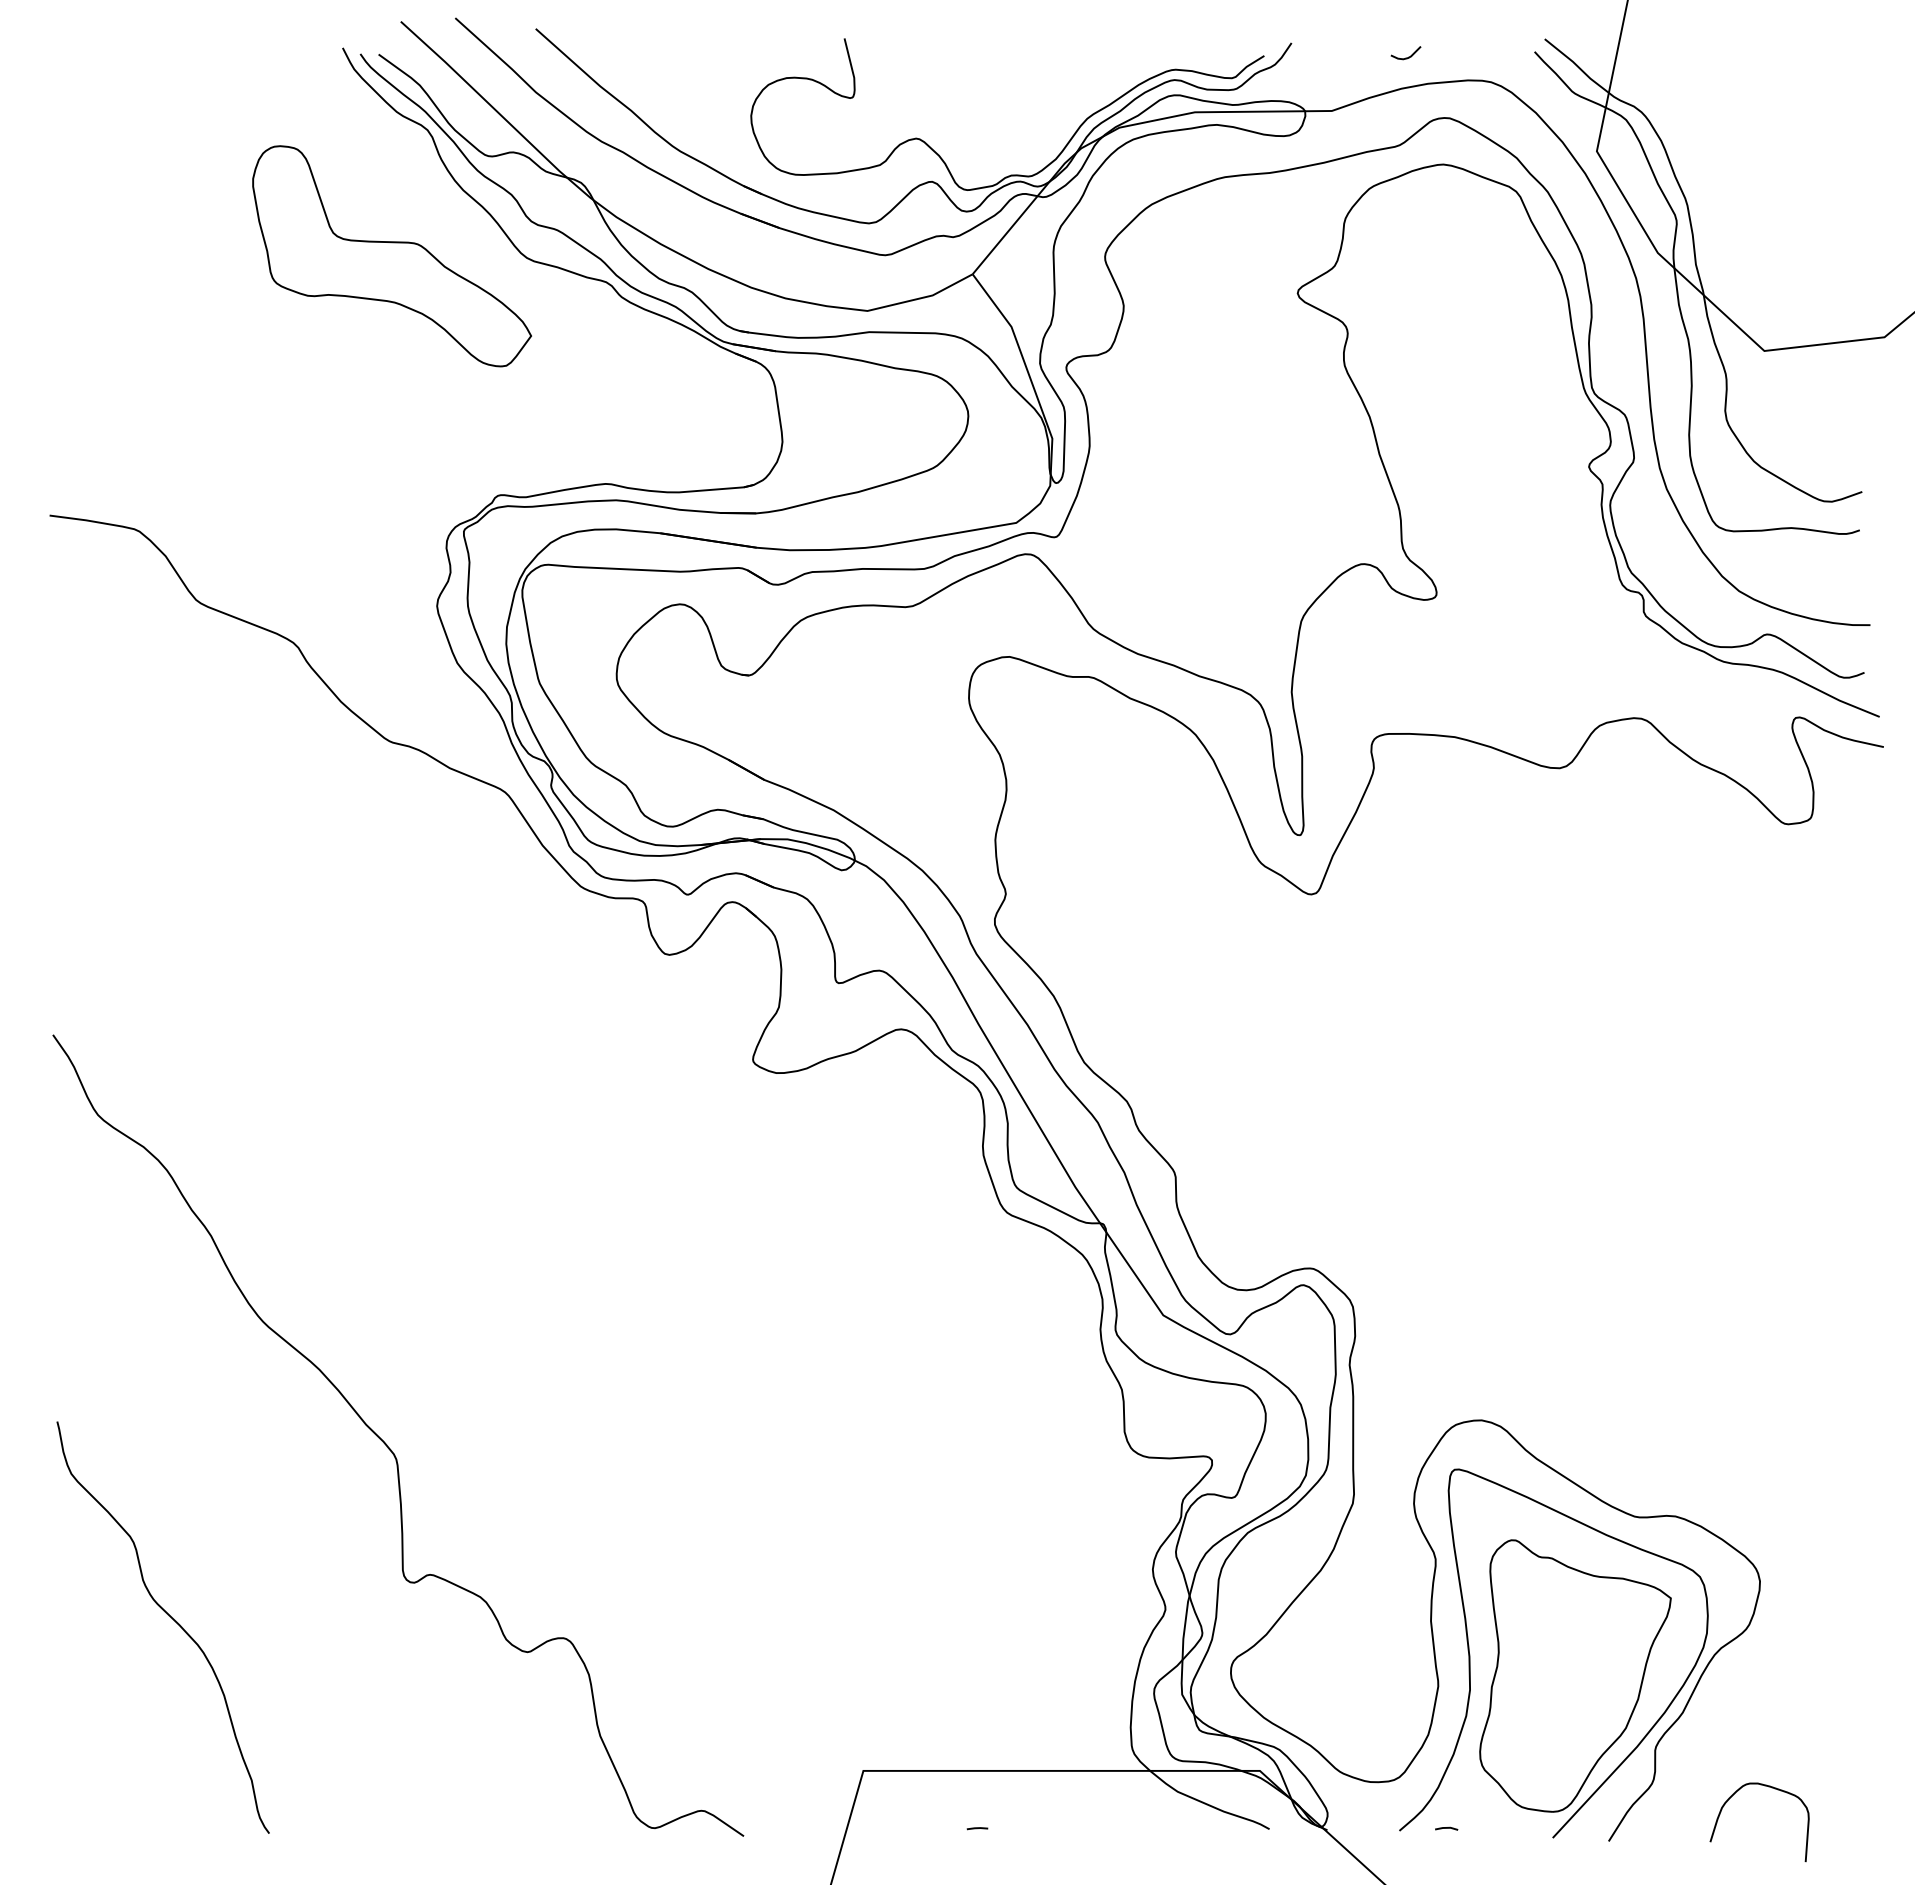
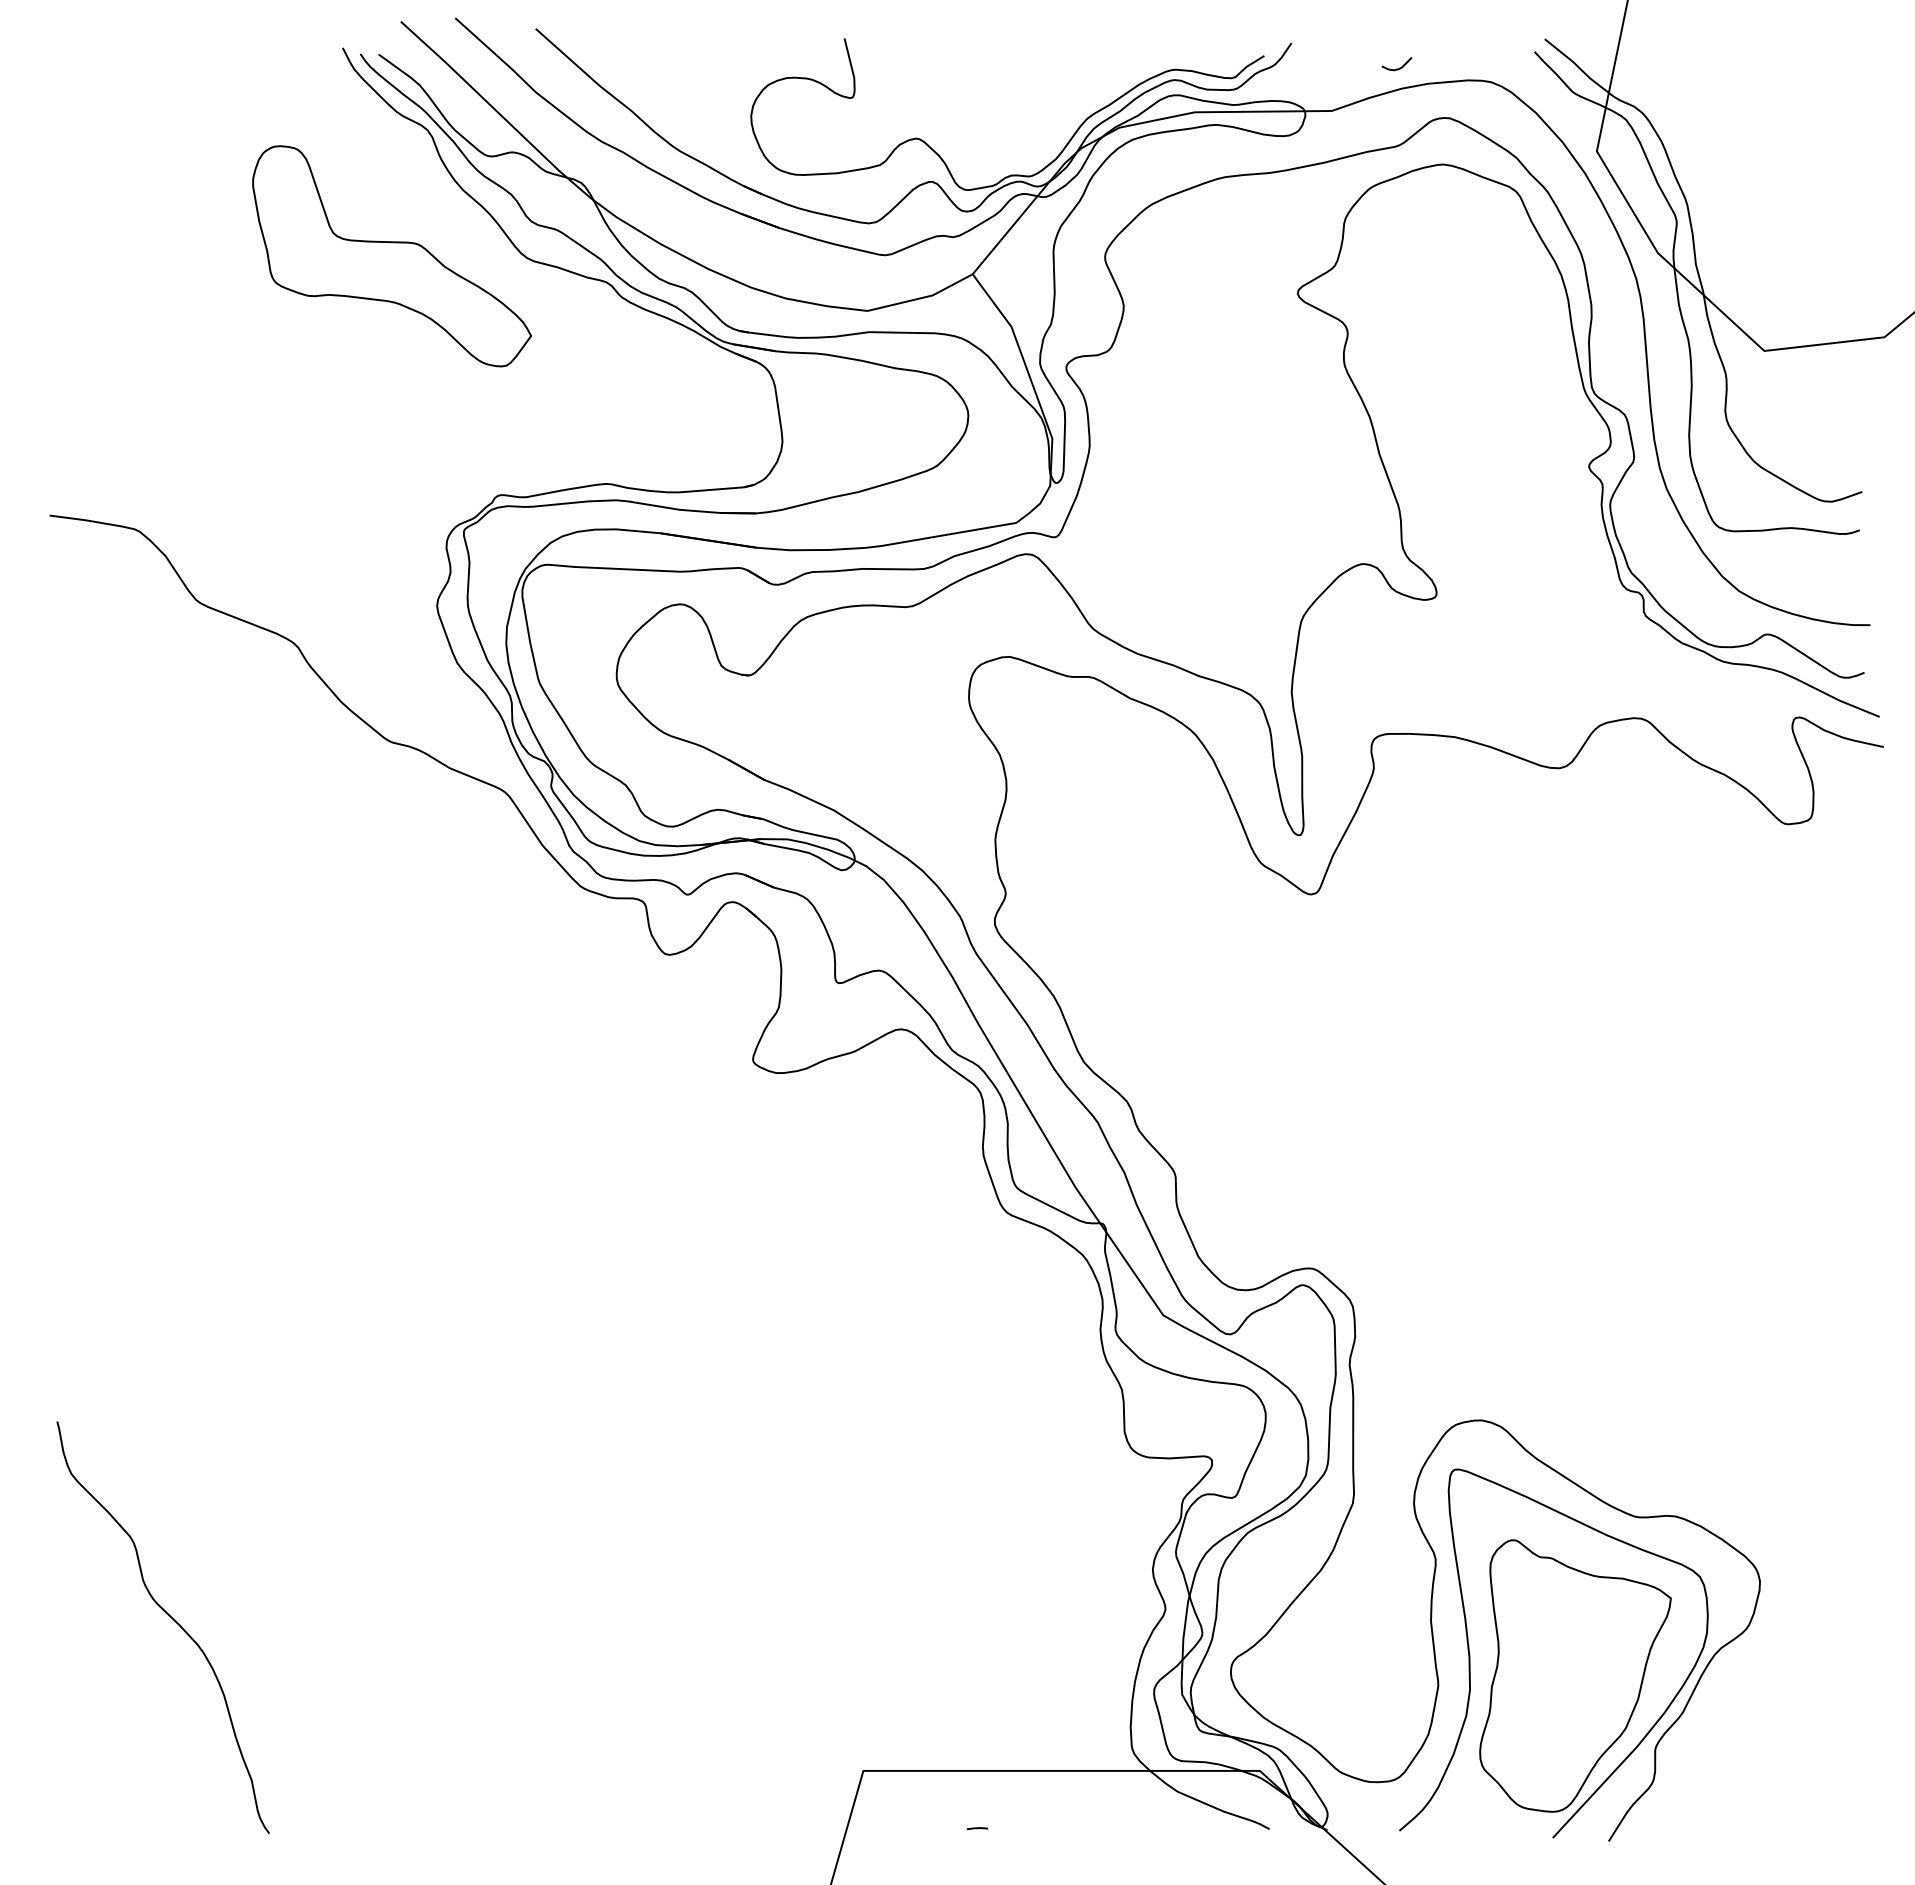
curve at (1405, 57) position: (1405, 57) -> (1396, 68)
curve at (387, 1444): present -> none
curve at (1771, 1788): present -> none
line at (1446, 1828): present -> none
